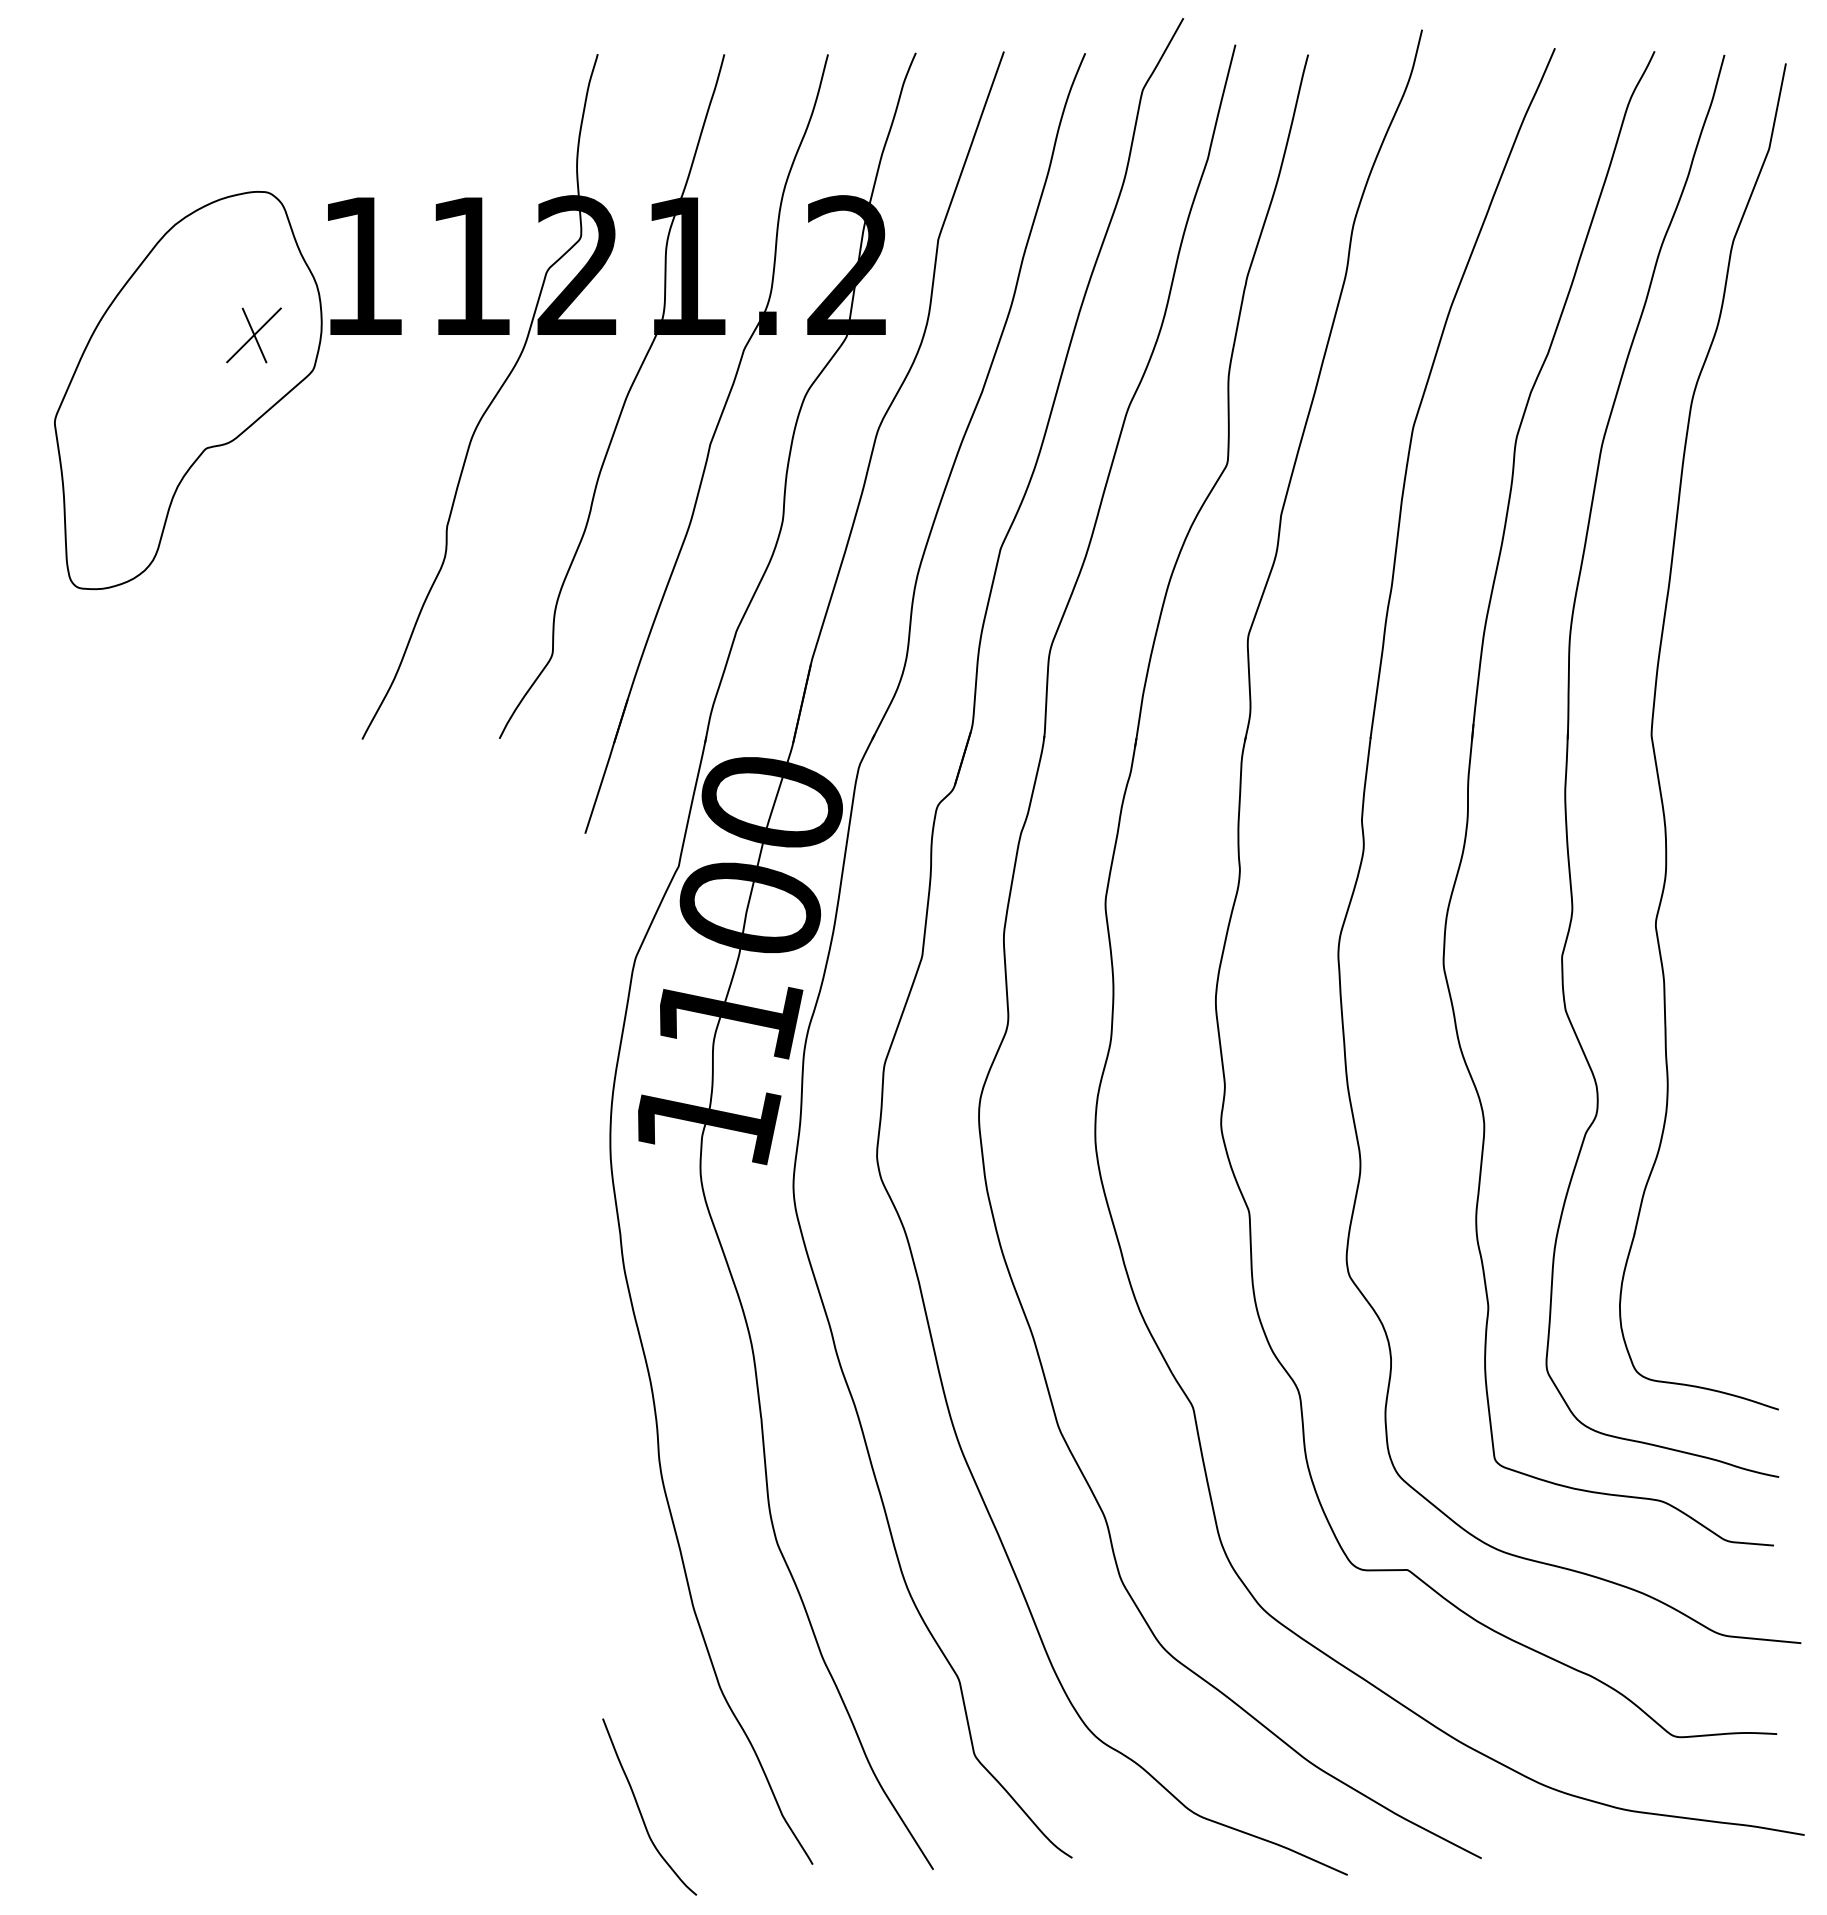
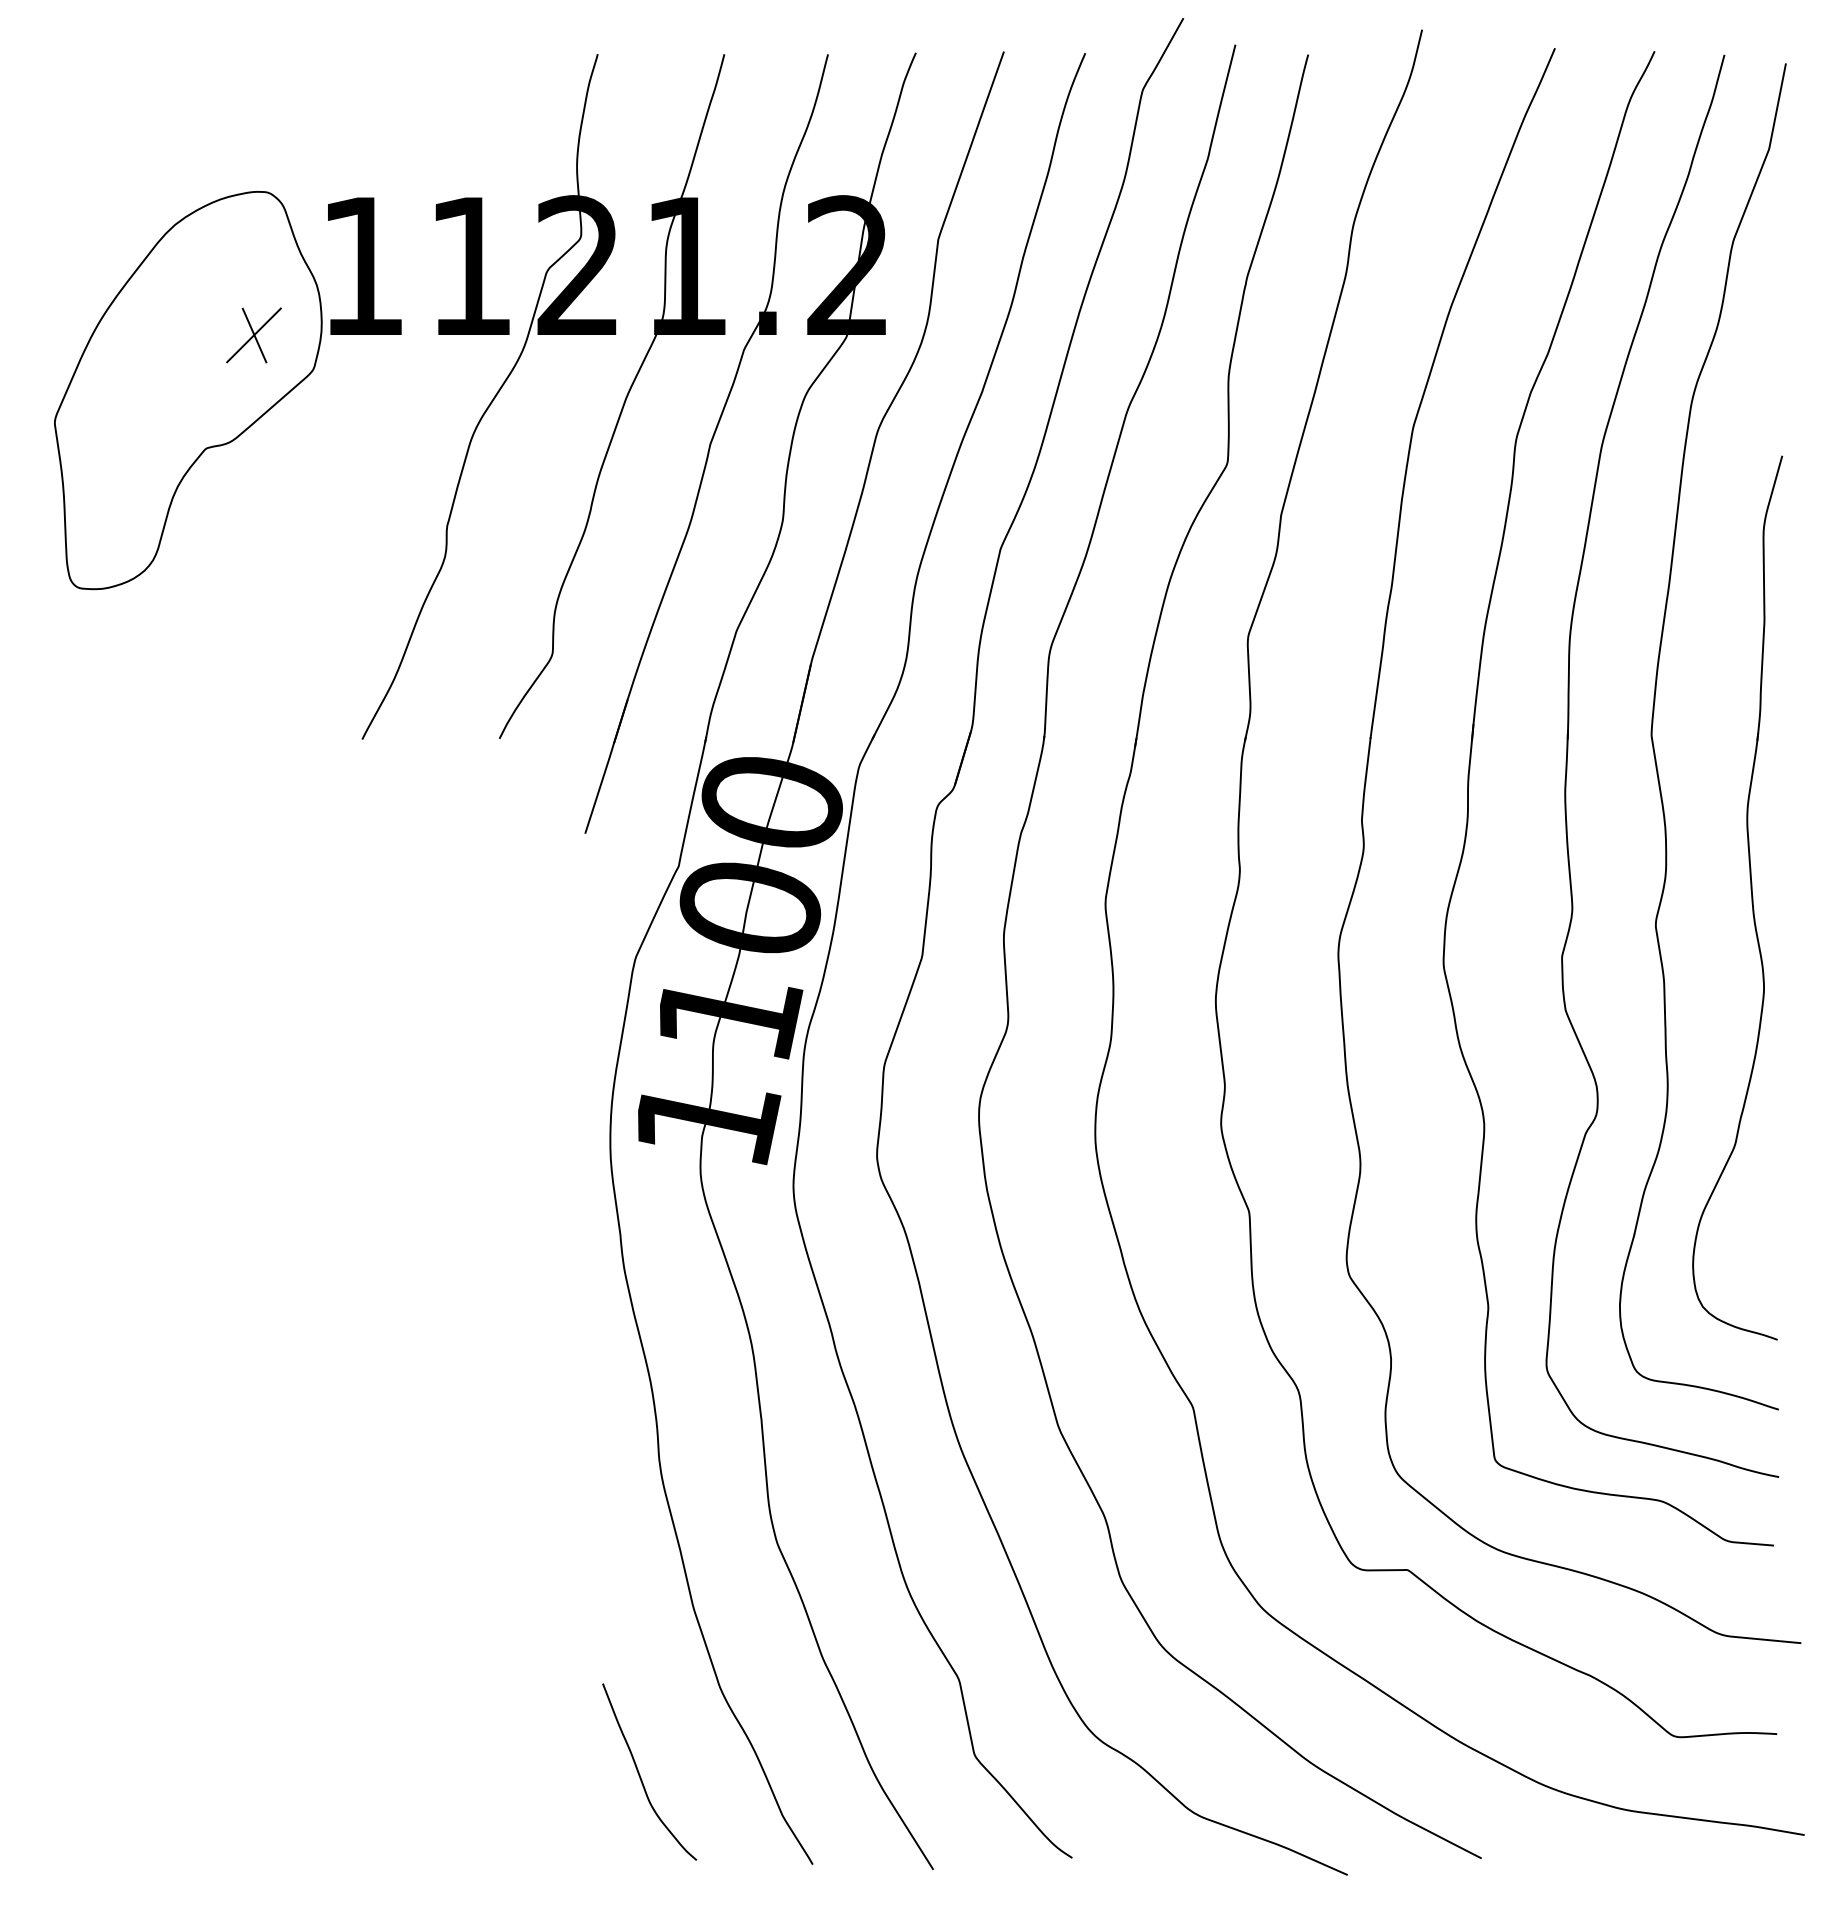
part at (1751, 897): none -> present
curve at (640, 1809) position: (640, 1809) -> (640, 1774)
